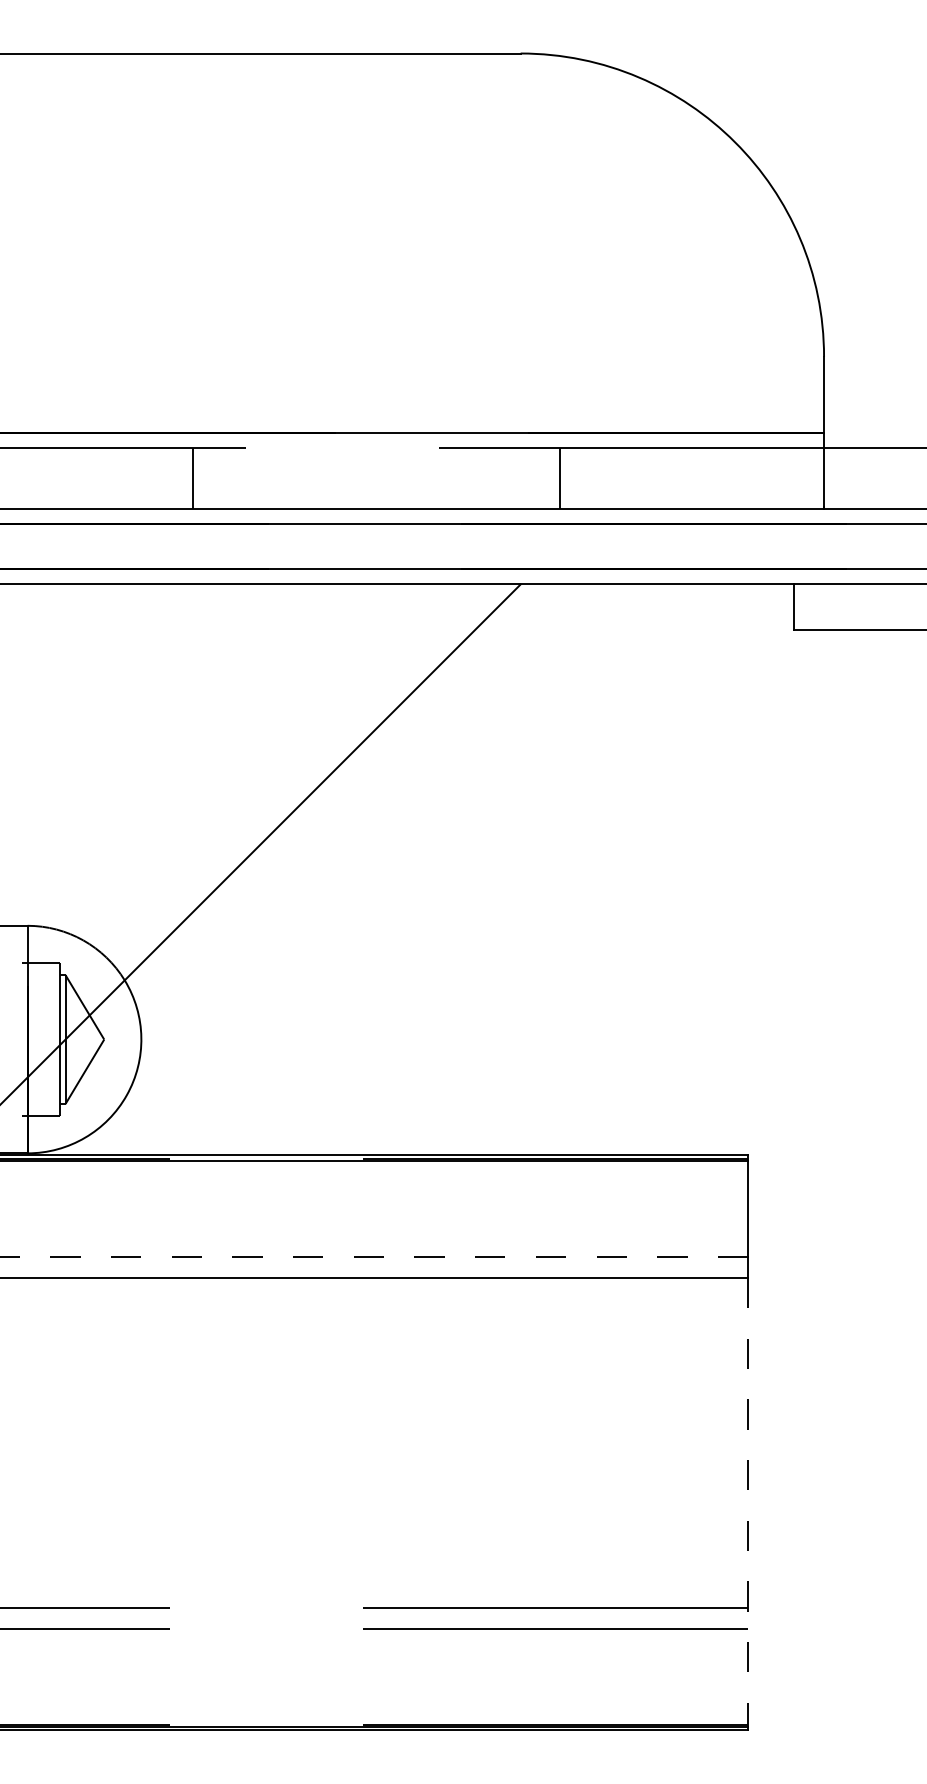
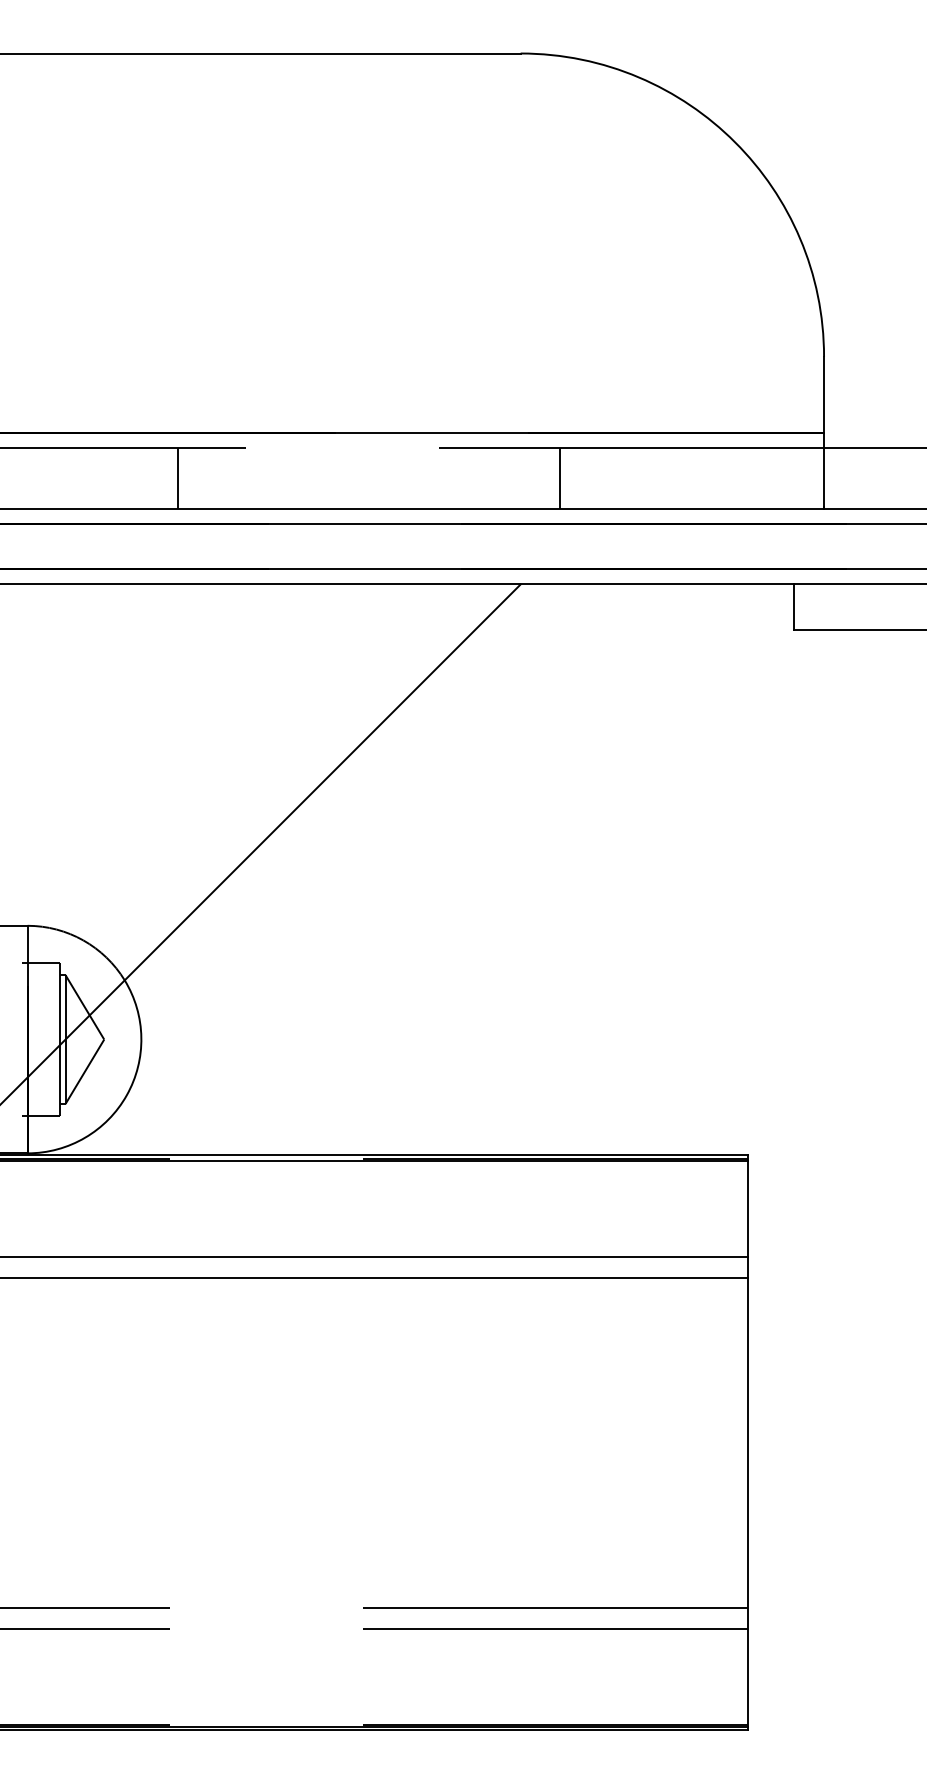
line at (192, 477) position: (192, 477) -> (177, 477)
line at (374, 1256): dashed -> solid
line at (748, 1502): dashed -> solid
